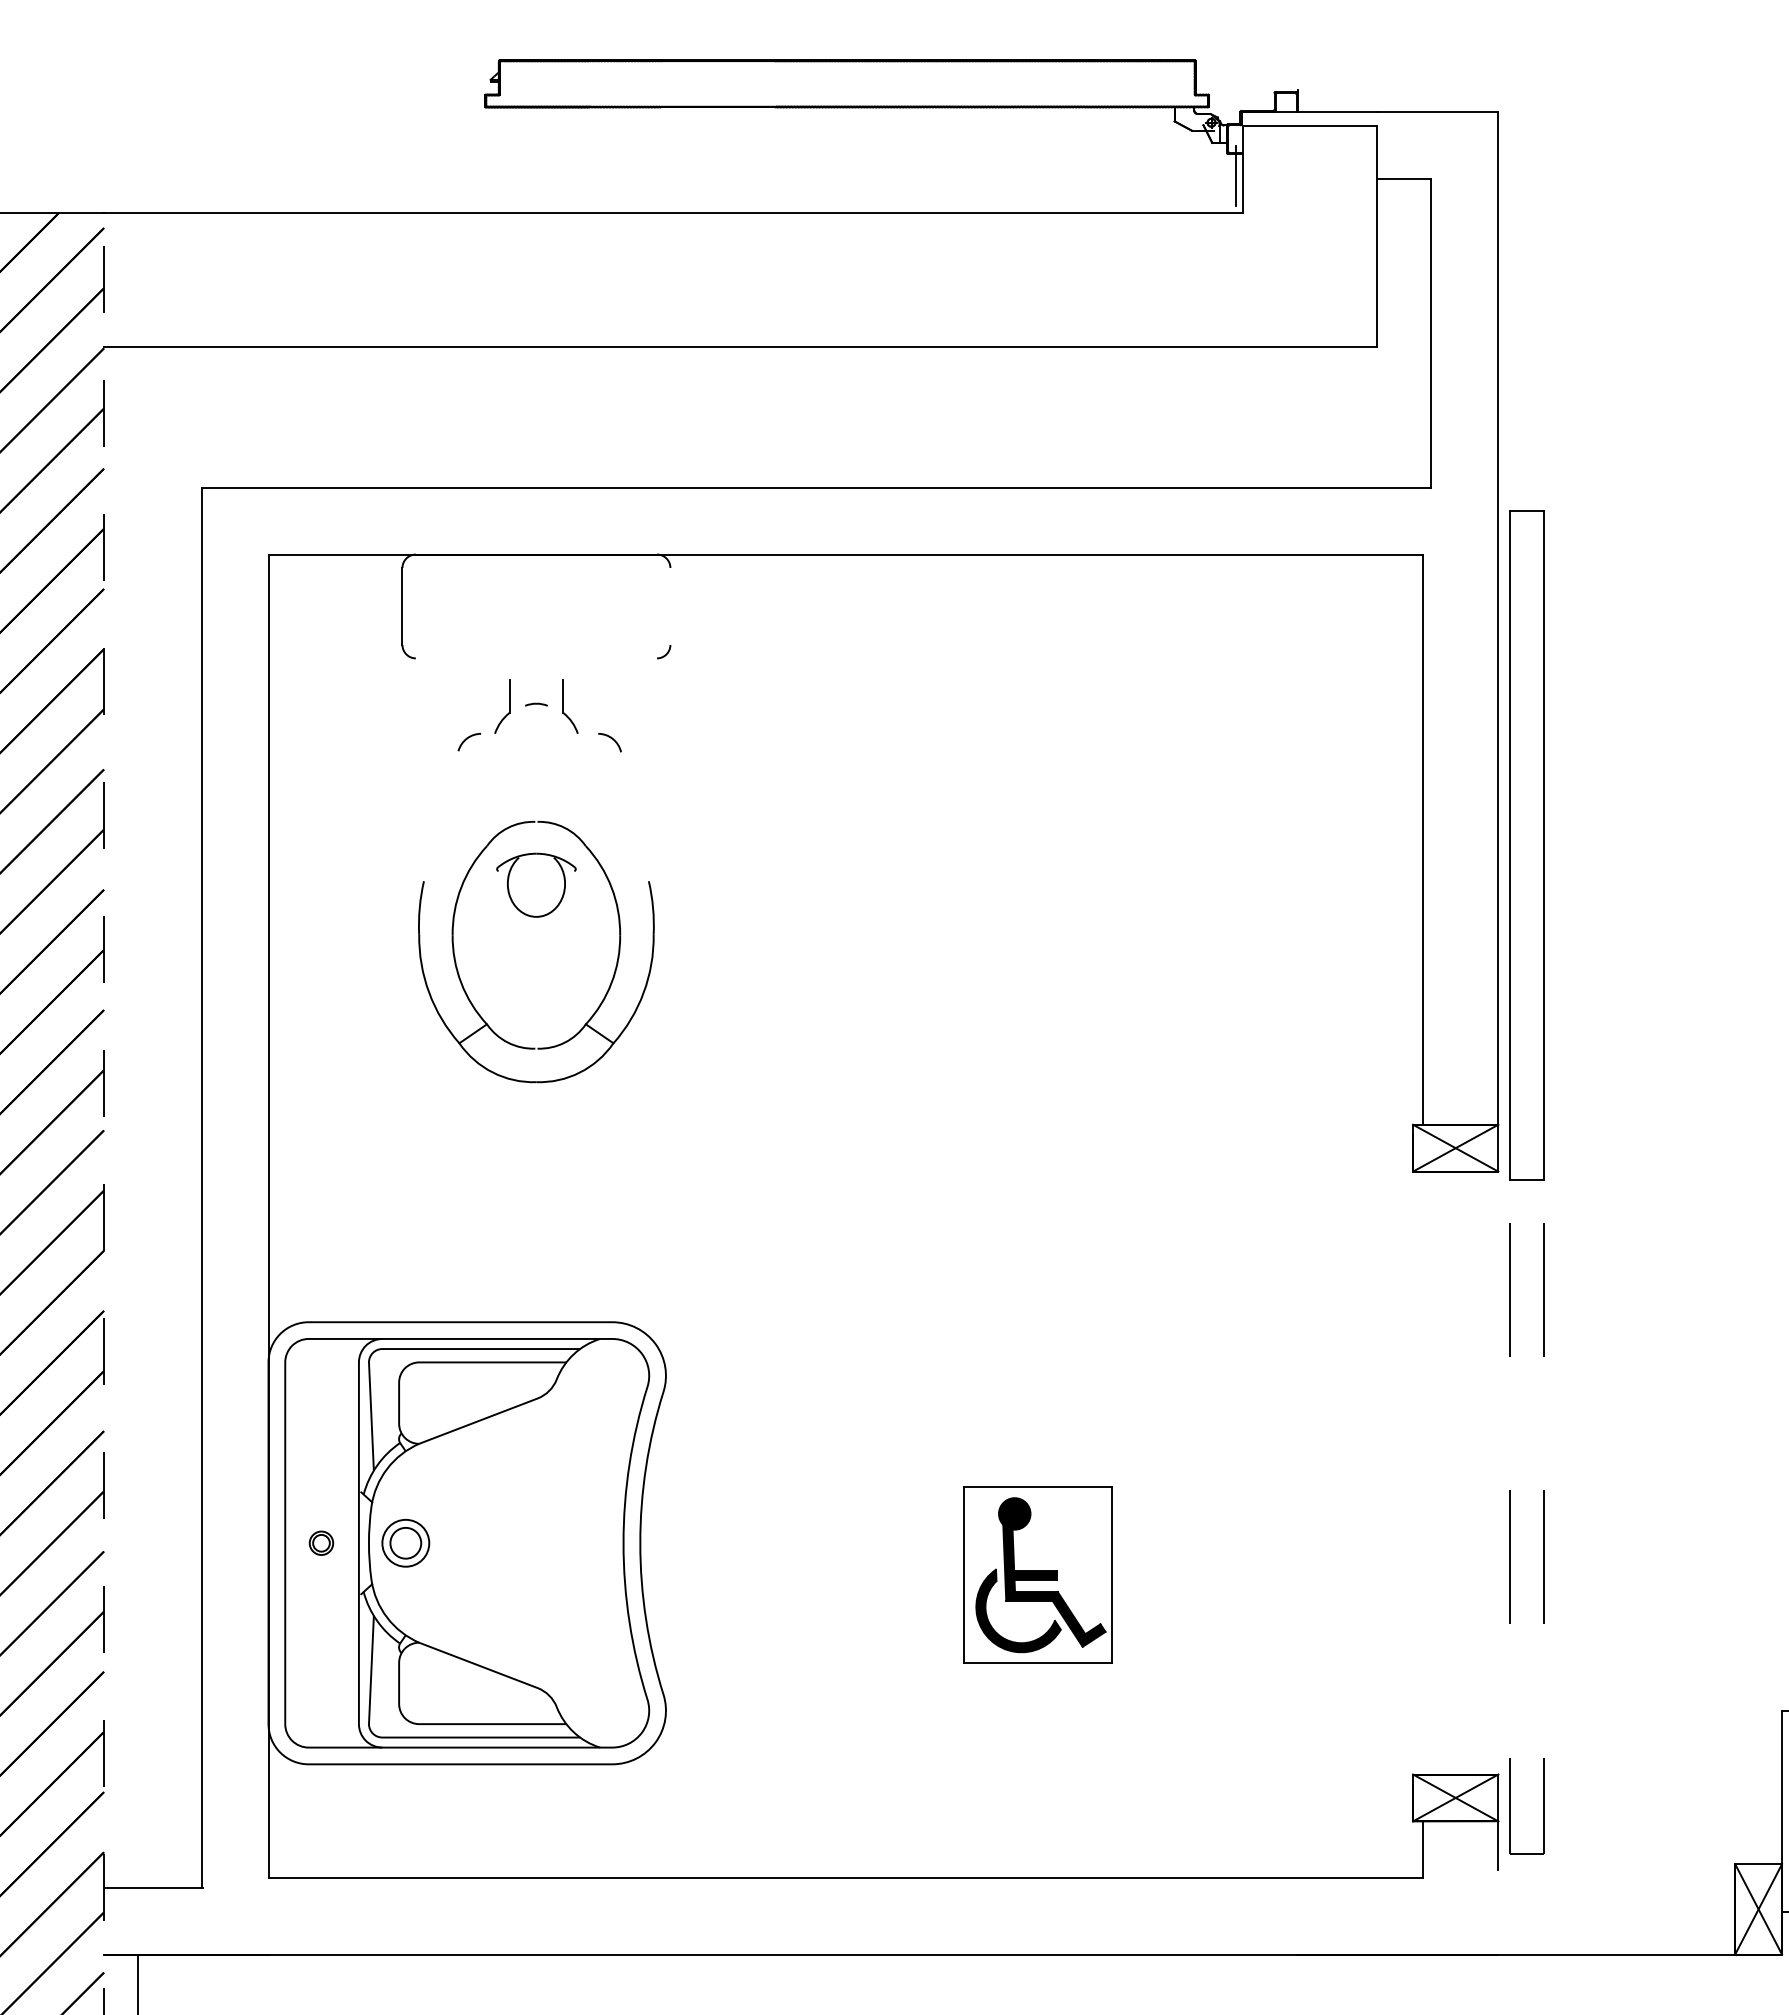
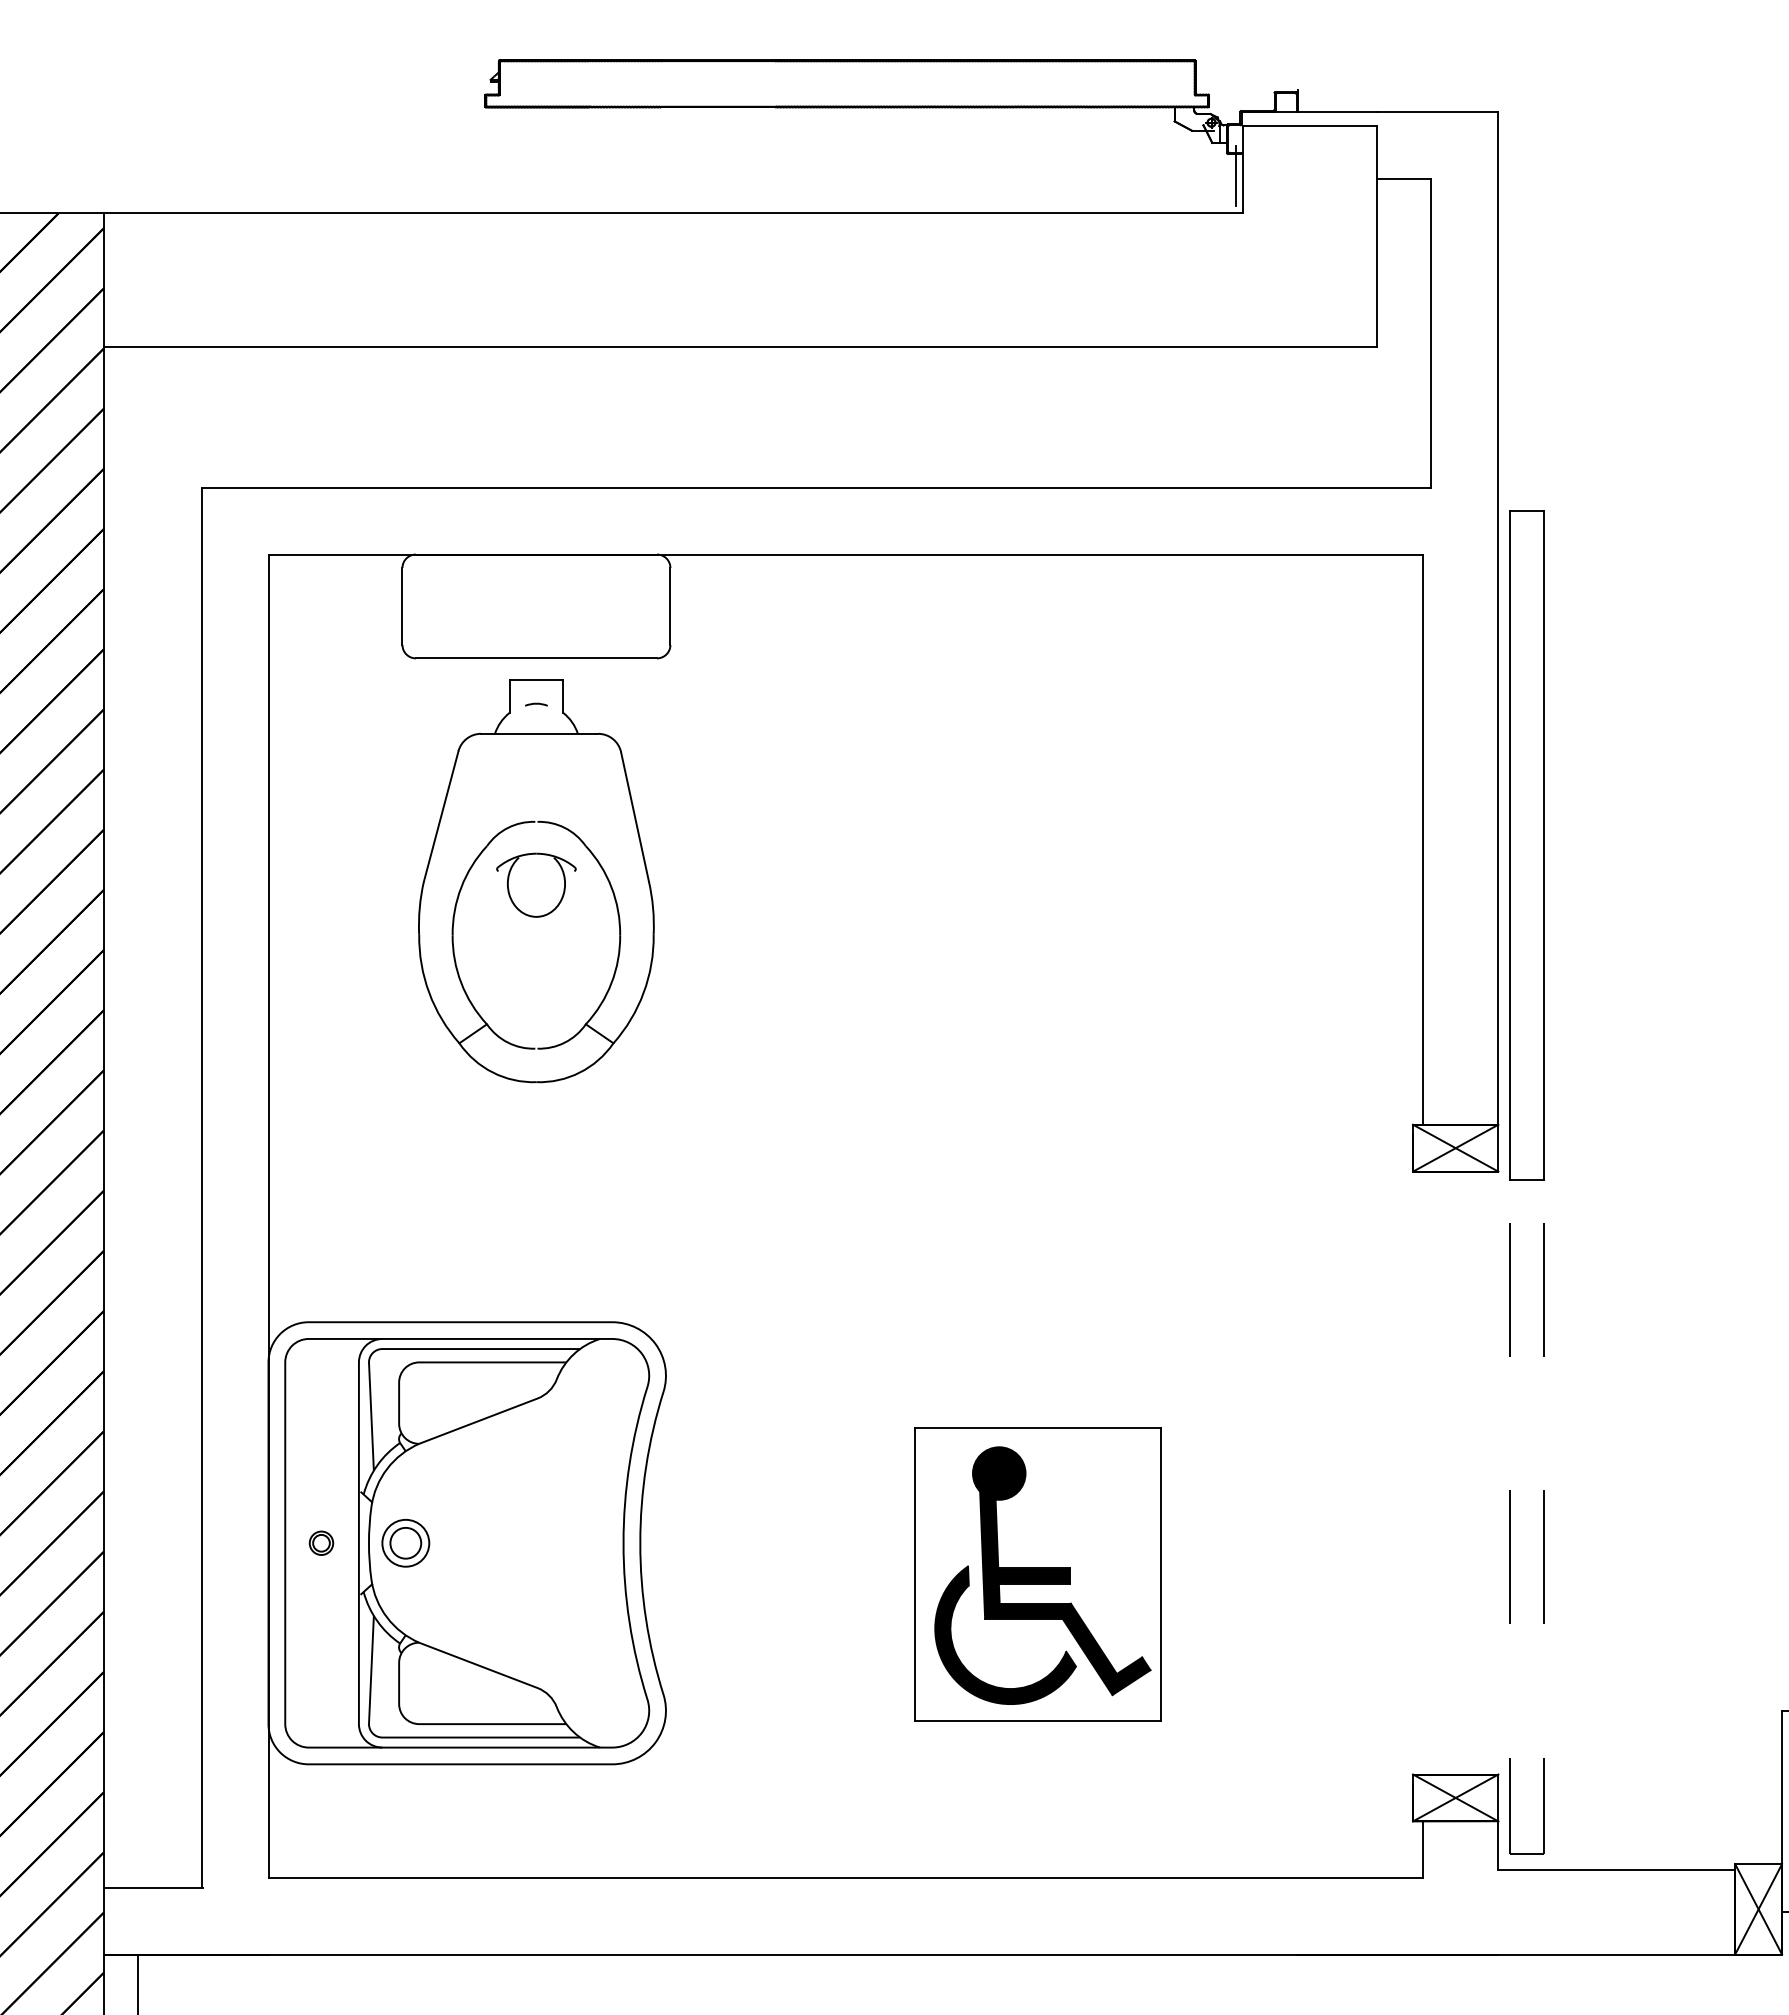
line at (670, 606): none -> present
line at (536, 658): none -> present
line at (536, 680): none -> present
line at (539, 733): none -> present
line at (441, 816): none -> present
line at (634, 816): none -> present
line at (104, 1113): dashed -> solid
part at (1037, 1574) size: 150x178 px -> 248x295 px
line at (1616, 1869): none -> present
